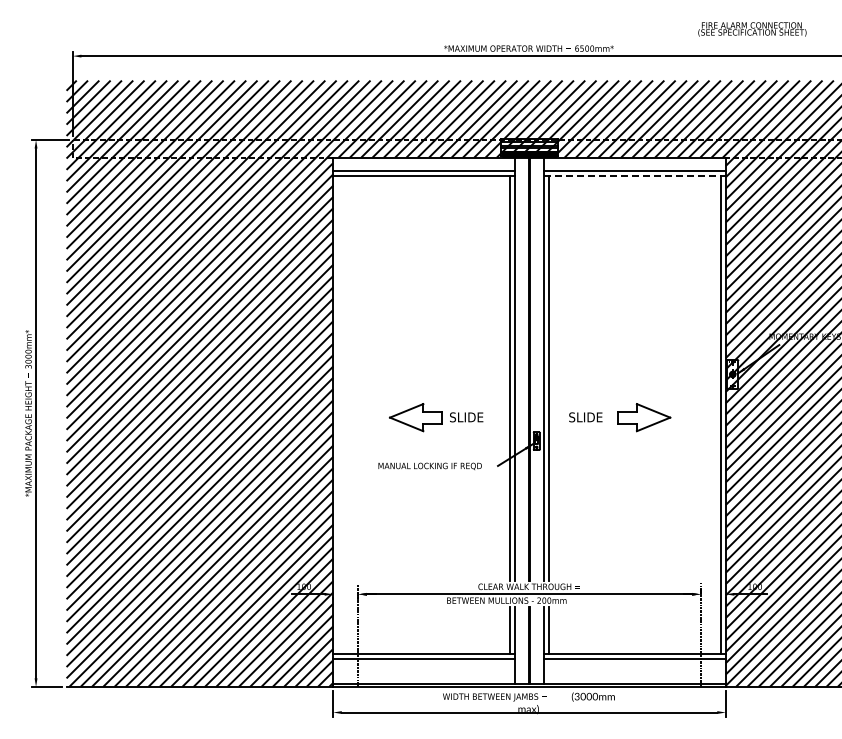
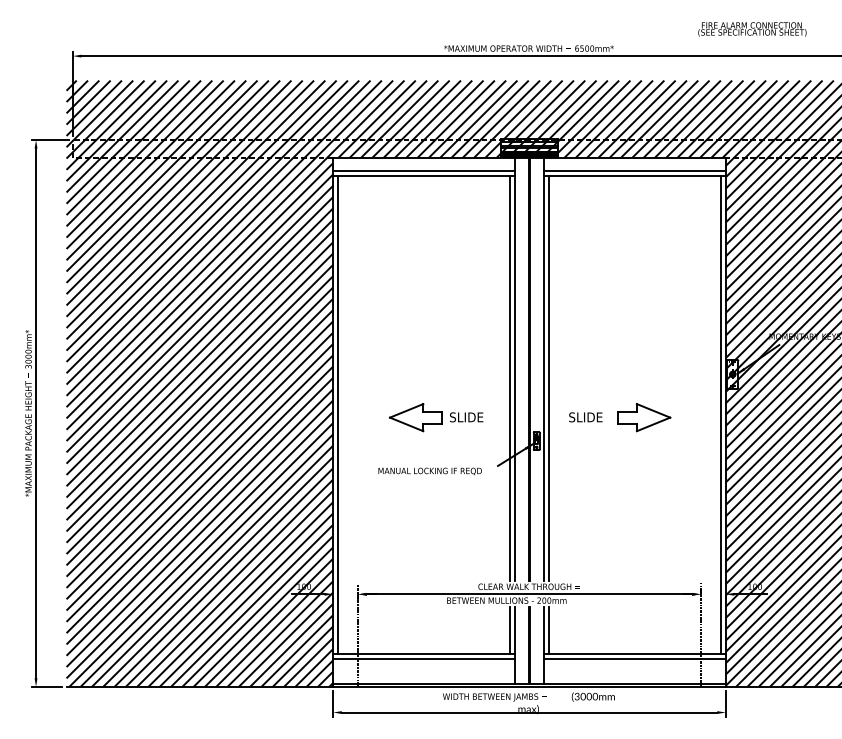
line at (634, 175): dashed -> solid
line at (338, 414): none -> present
text at (429, 466) position: (429, 466) -> (429, 471)
